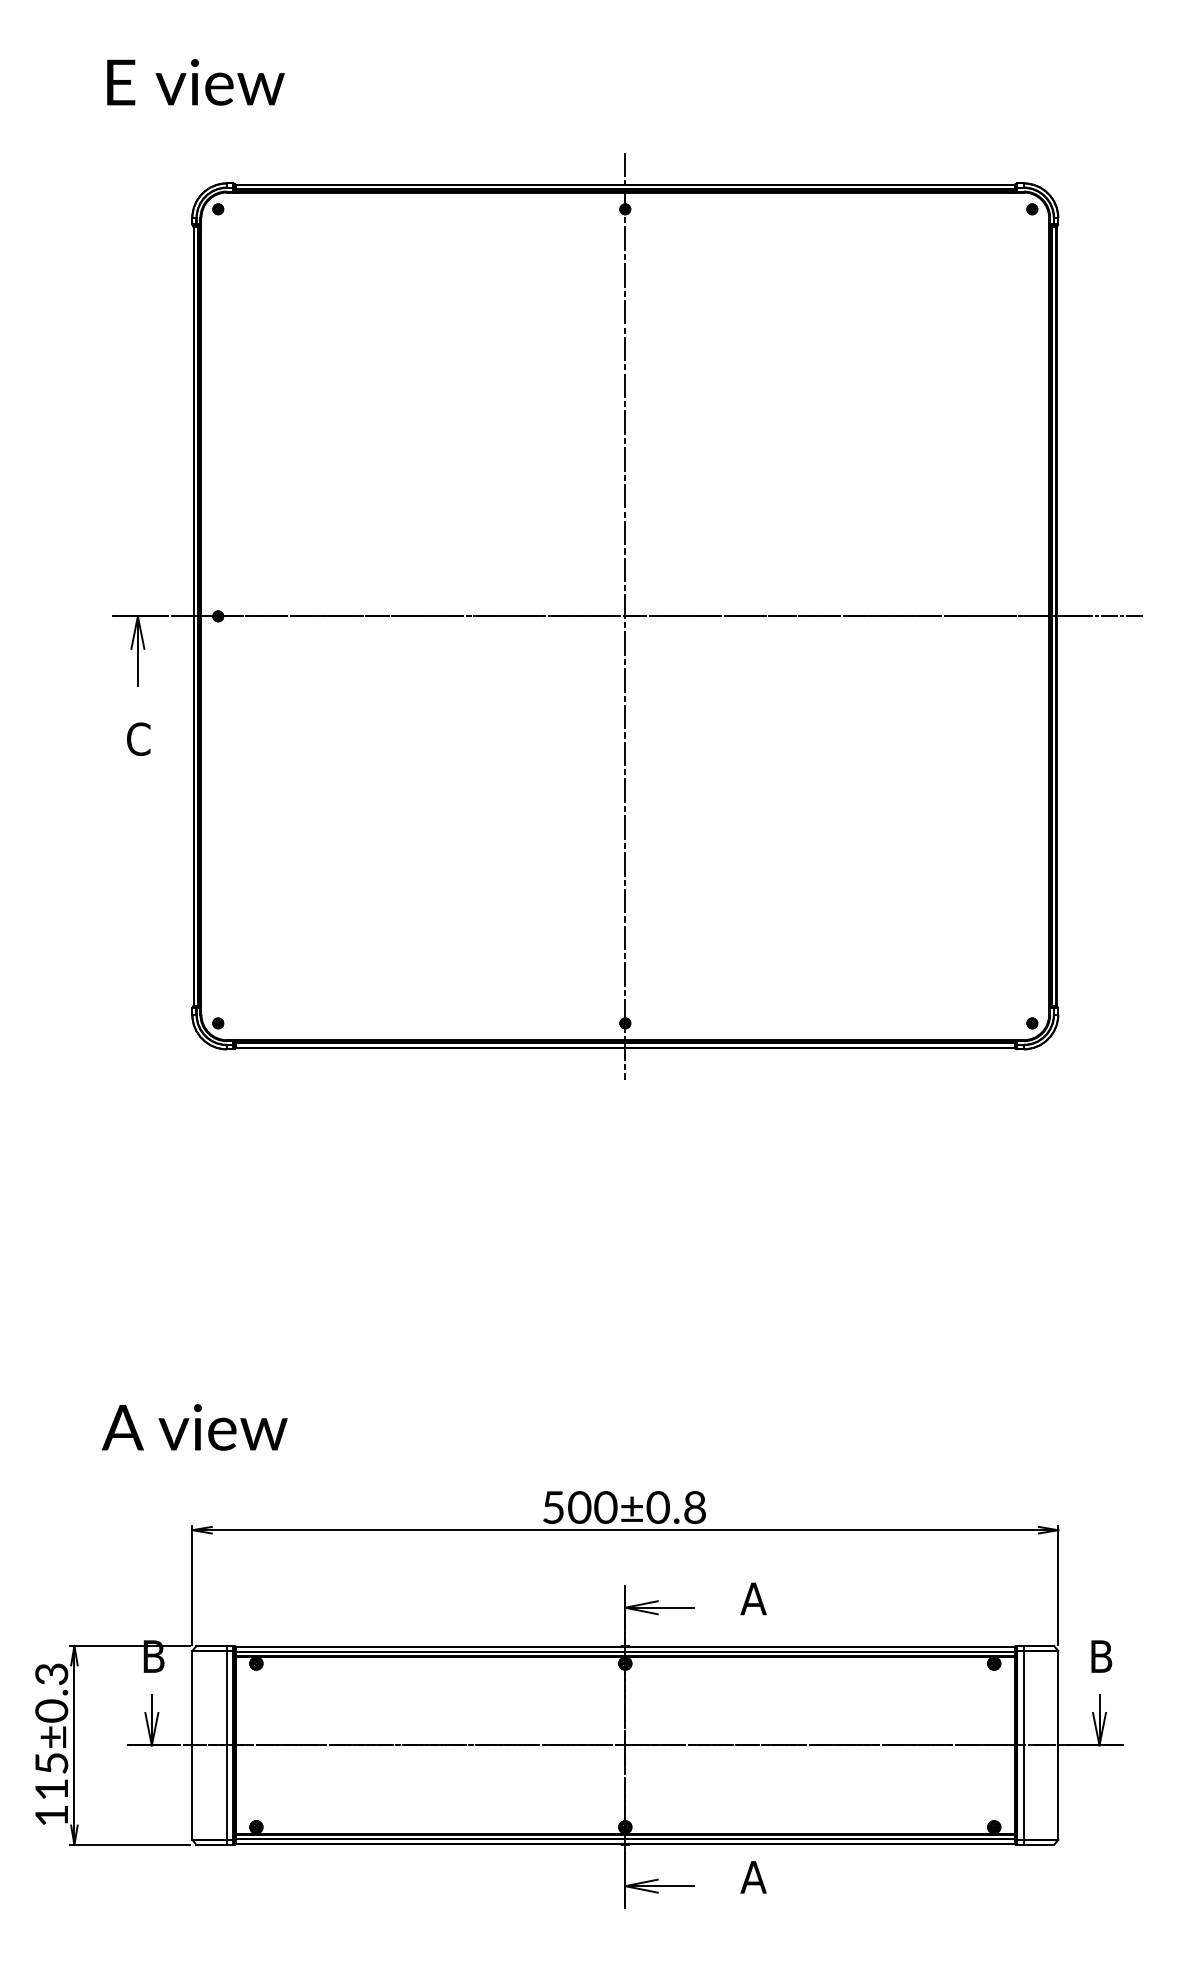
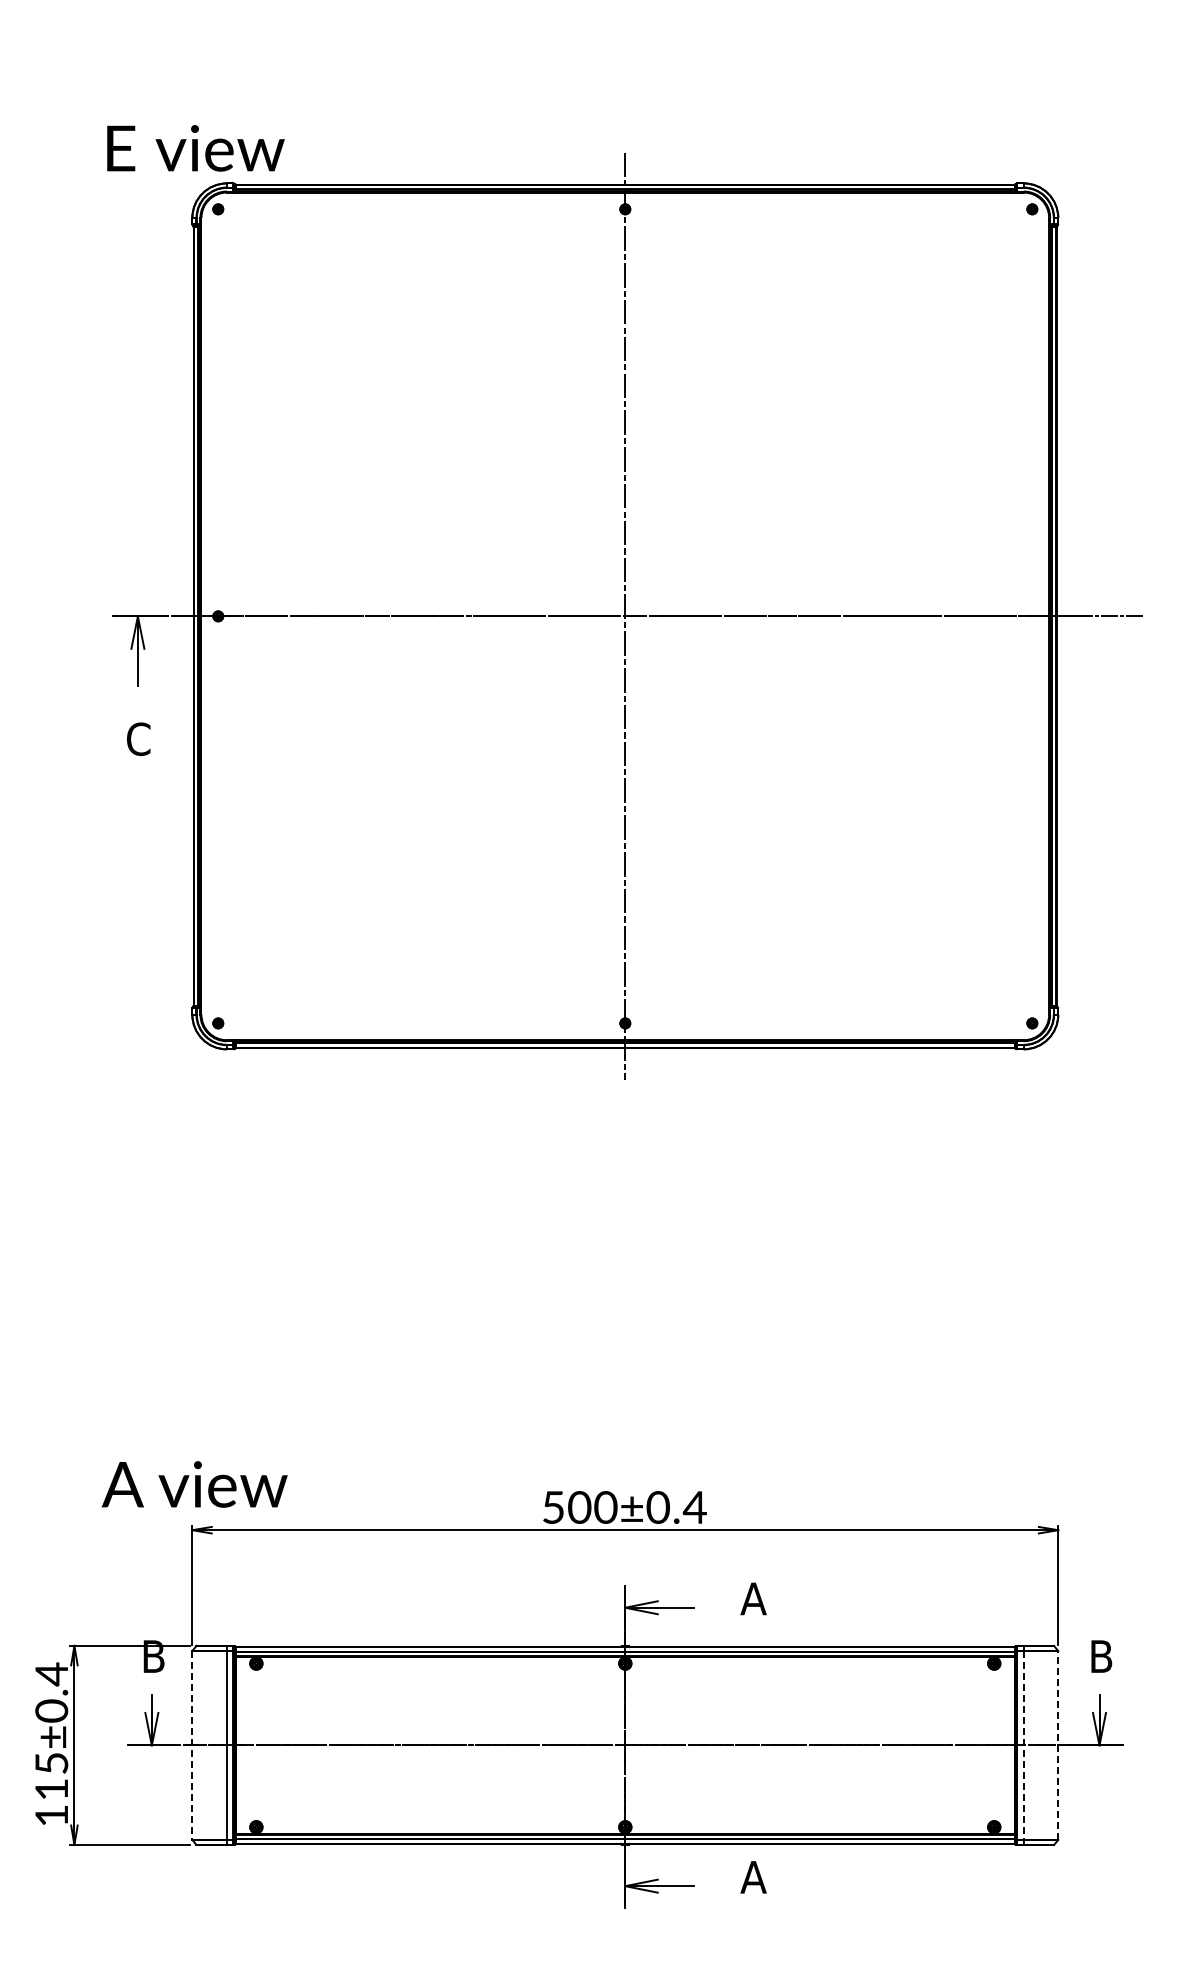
text at (195, 82) position: (195, 82) -> (195, 148)
text at (194, 1427) position: (194, 1427) -> (194, 1484)
text at (694, 1507): 500±0.8 -> 500±0.4
text at (51, 1674): 115±0.3 -> 115±0.4
line at (1058, 1744): solid -> dashed
line at (192, 1745): solid -> dashed
line at (1023, 1745): solid -> dashed
